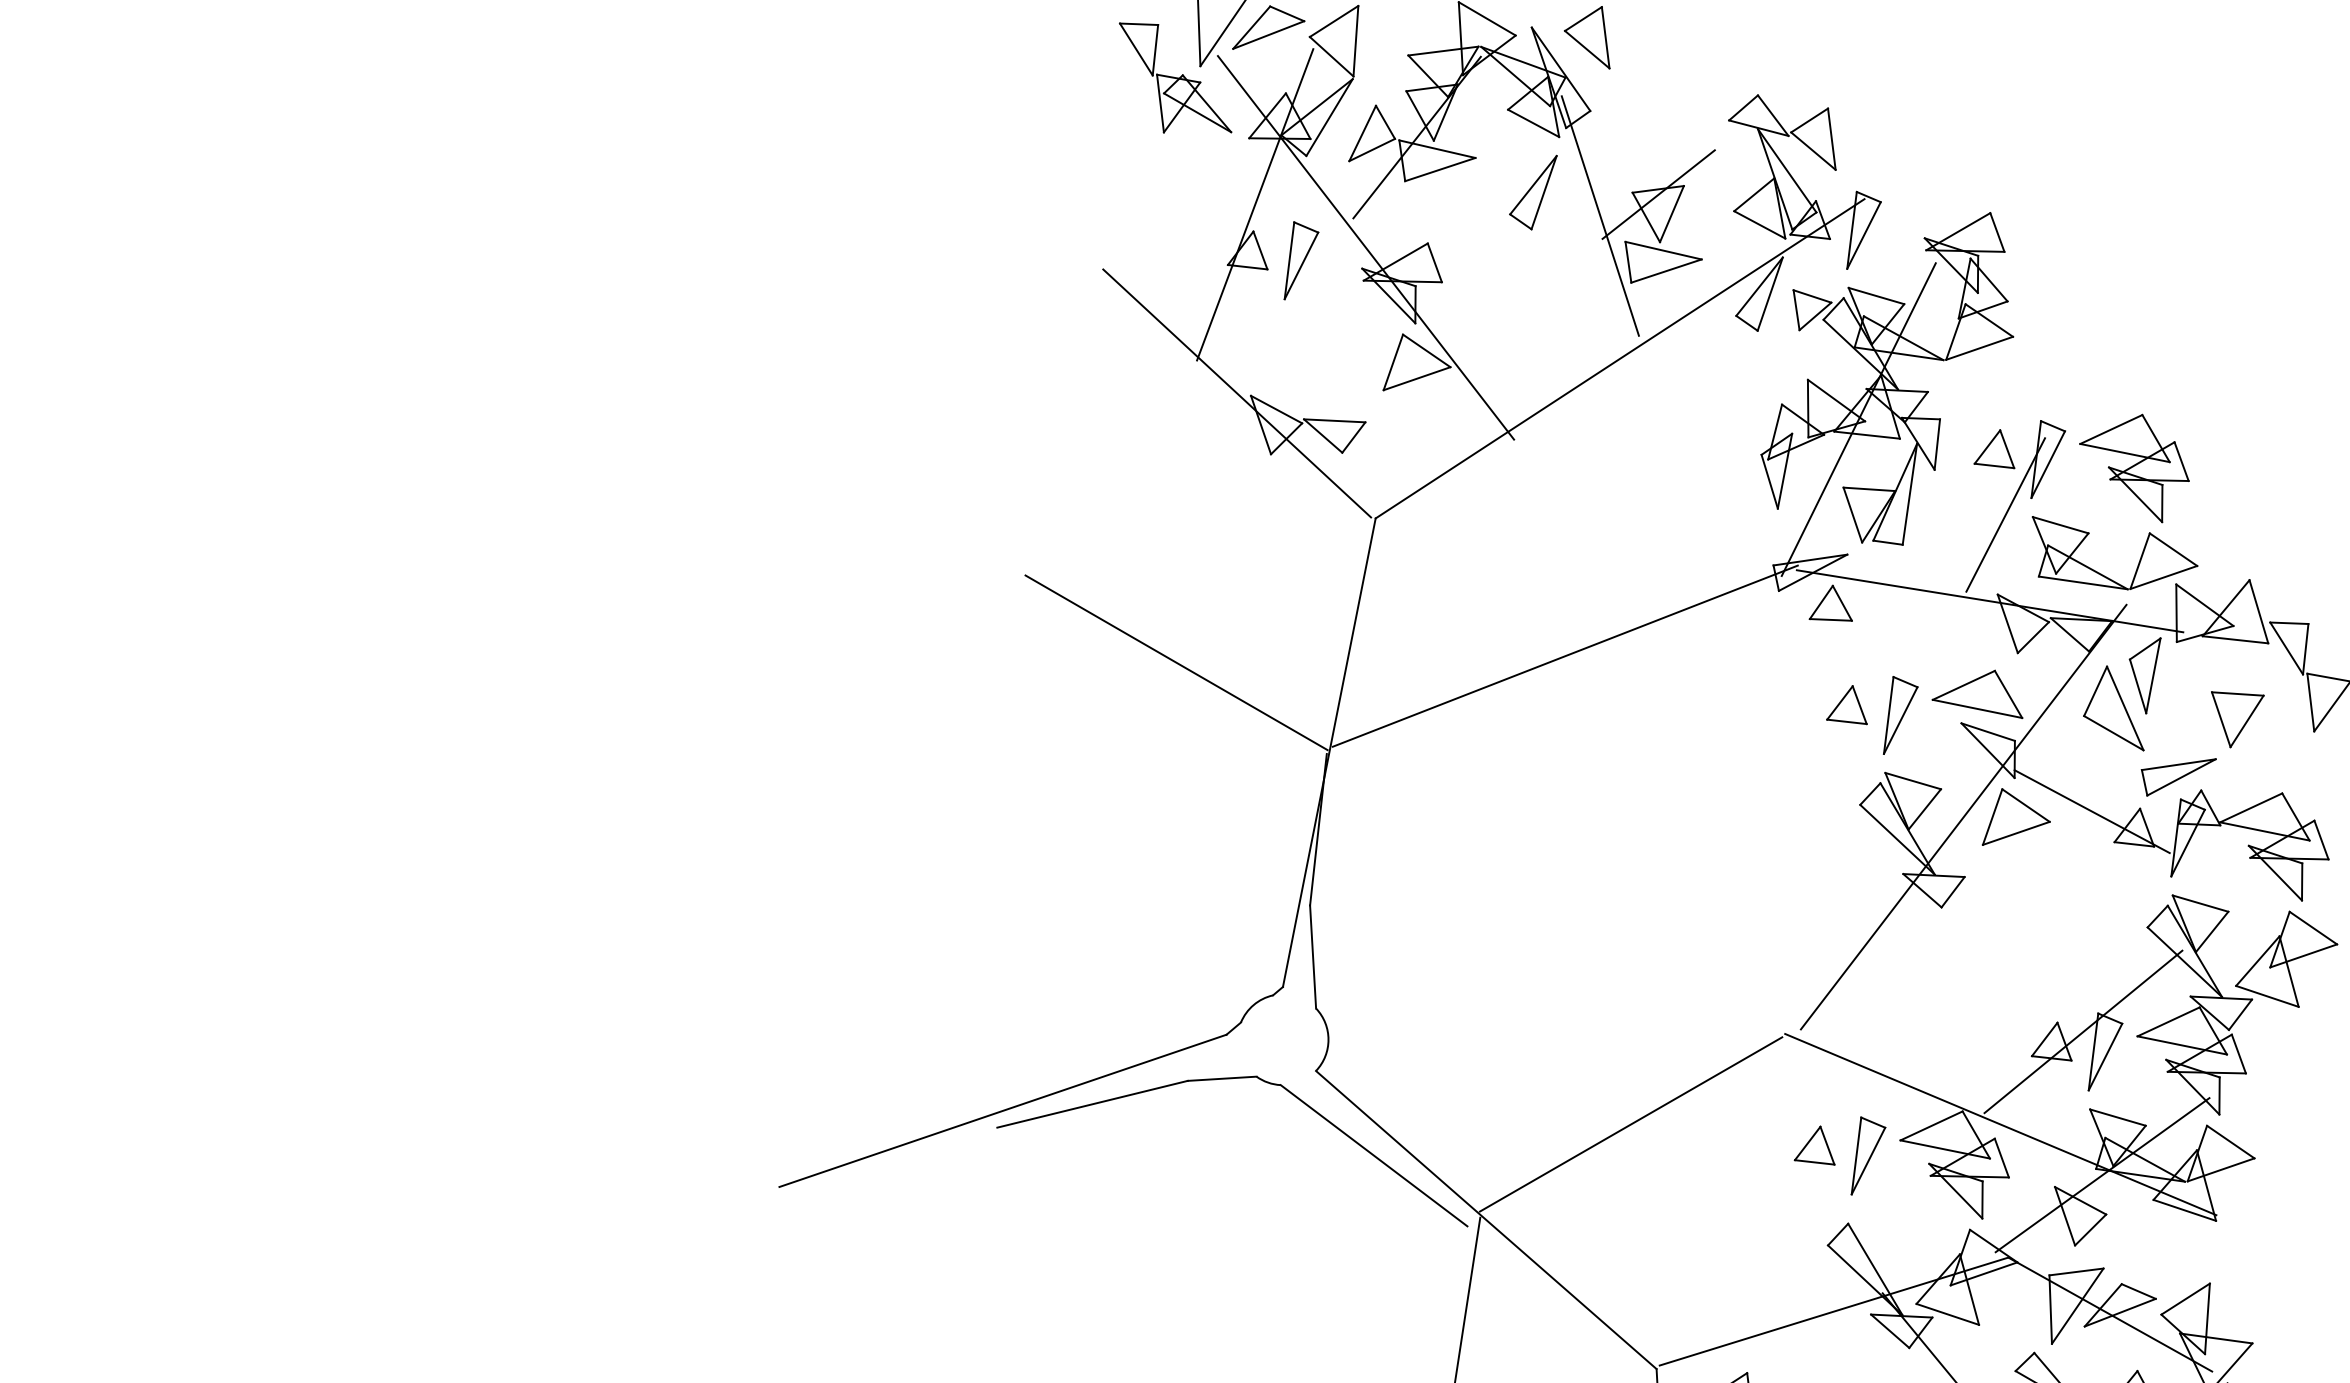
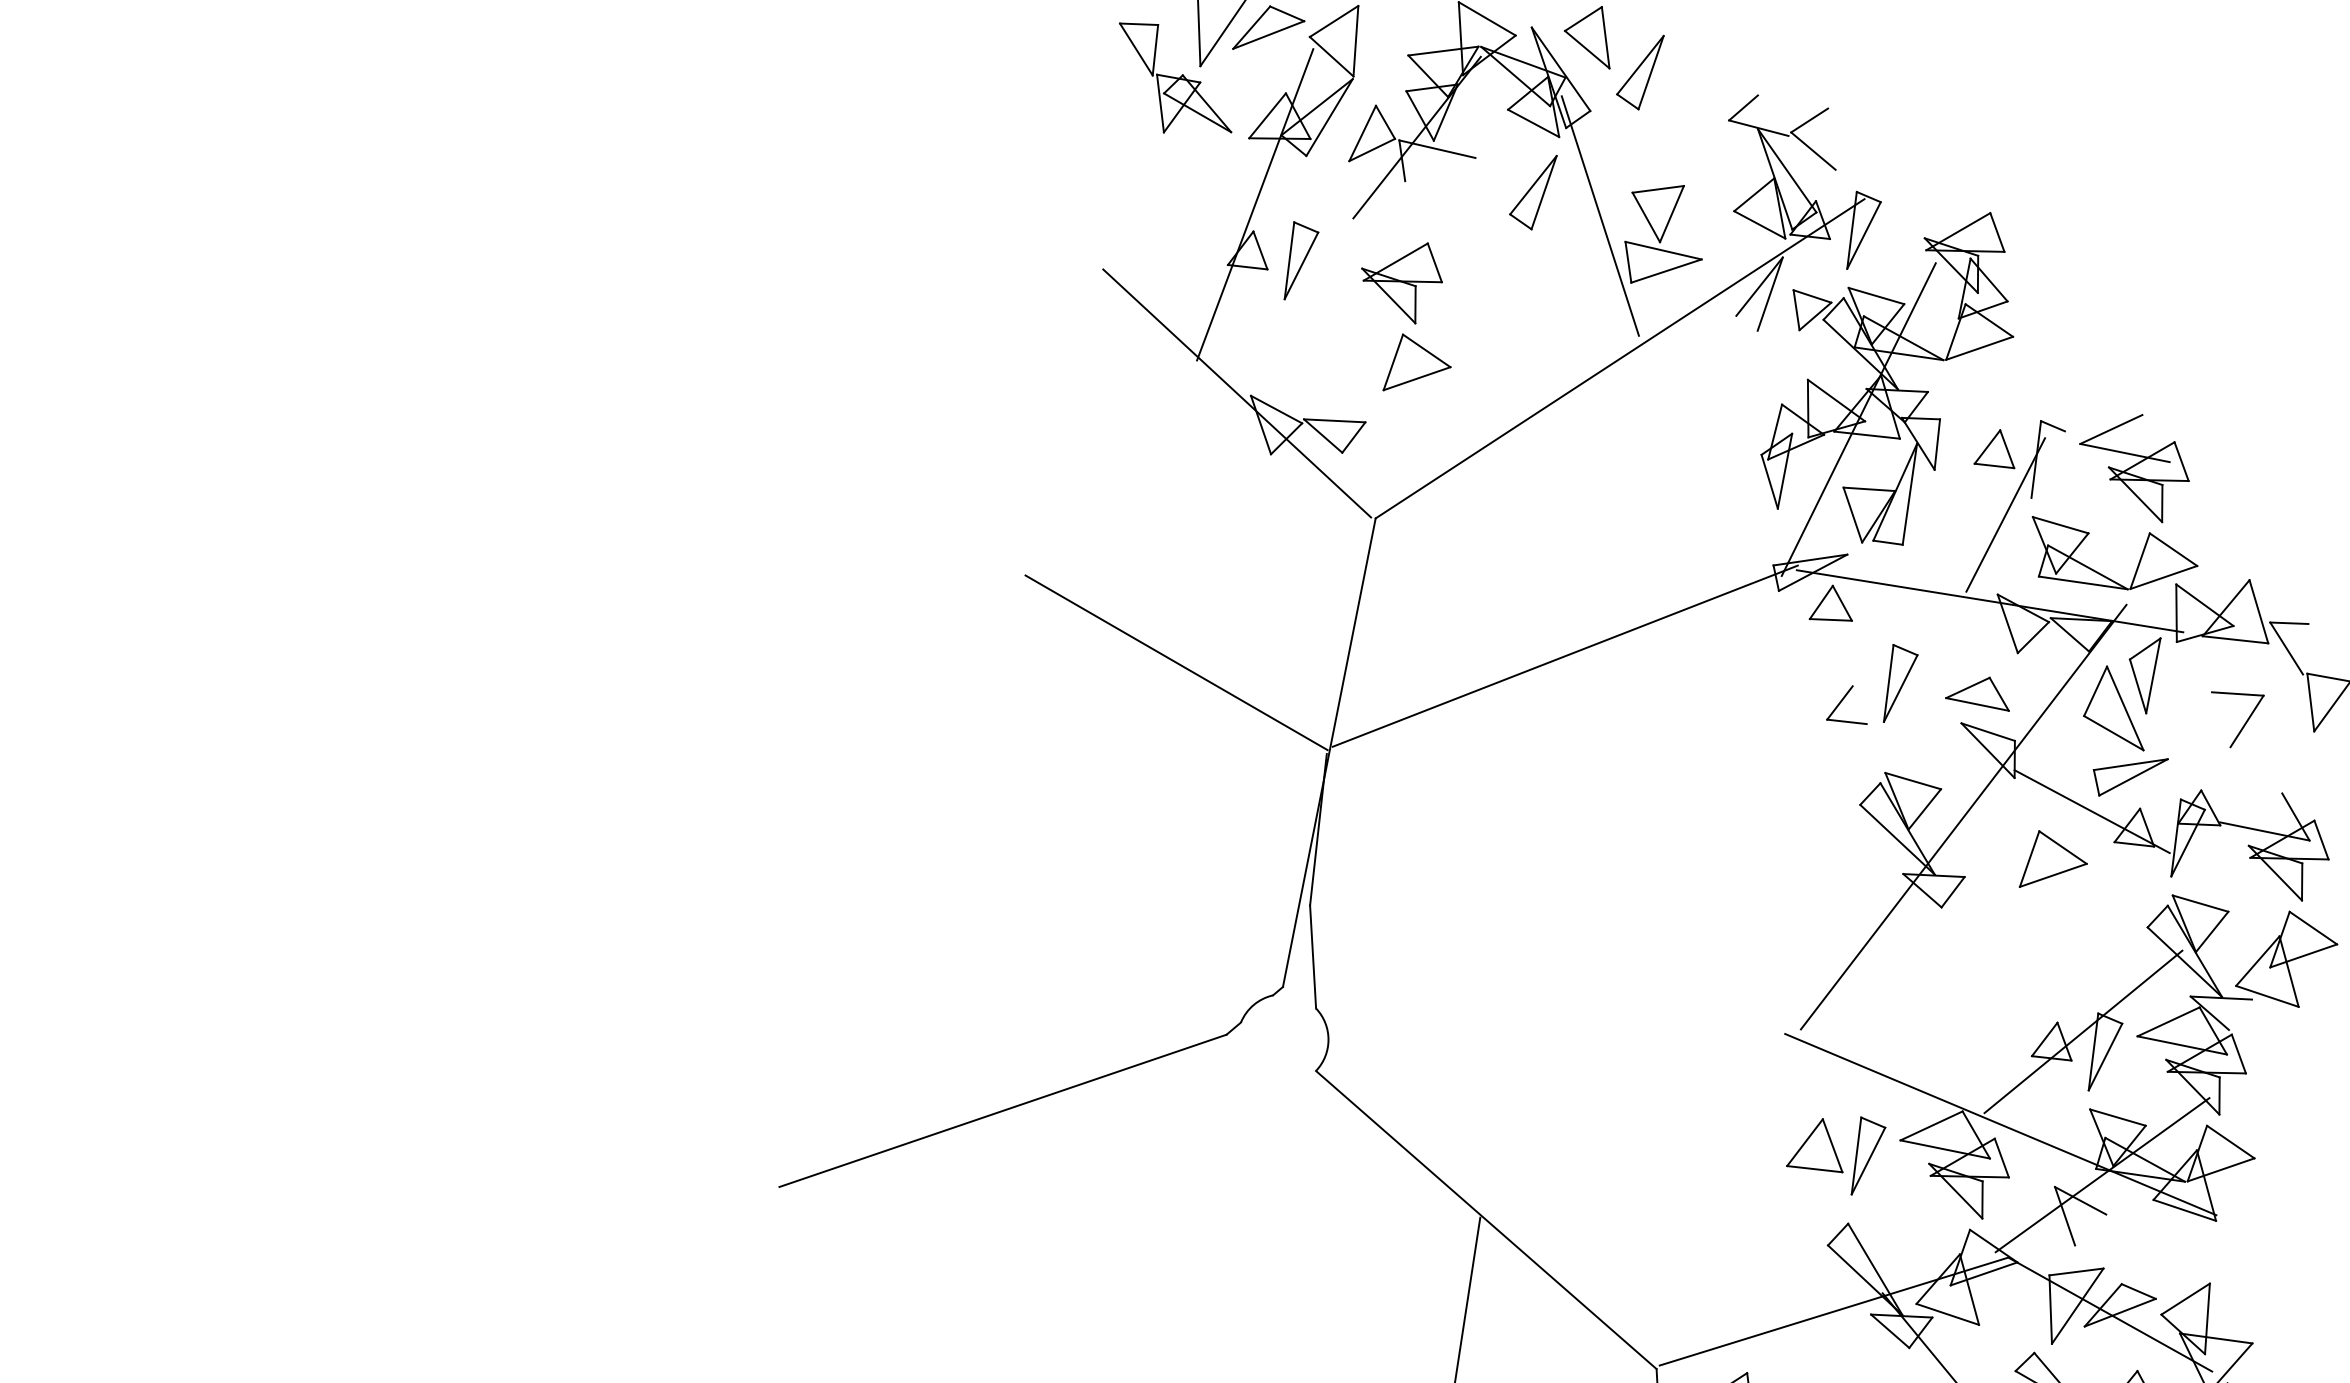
part at (1640, 72): none -> present
line at (1772, 115): present -> none
line at (1831, 138): present -> none
line at (1440, 169): present -> none
line at (1658, 194): present -> none
line at (1365, 247): present -> none
line at (1746, 322): present -> none
line at (2155, 438): present -> none
line at (2047, 464): present -> none
line at (2305, 649): present -> none
part at (1977, 693) size: 93x50 px -> 65x36 px
line at (1859, 705): present -> none
part at (1900, 715) position: (1900, 715) -> (1900, 683)
line at (2220, 719): present -> none
part at (2178, 777) position: (2178, 777) -> (2130, 777)
line at (2251, 807): present -> none
part at (2015, 816) position: (2015, 816) -> (2052, 858)
line at (2240, 1014): present -> none
part at (1231, 1079): present -> none
line at (1630, 1124): present -> none
part at (1814, 1145) size: 43x41 px -> 58x56 px
line at (2090, 1229): present -> none
